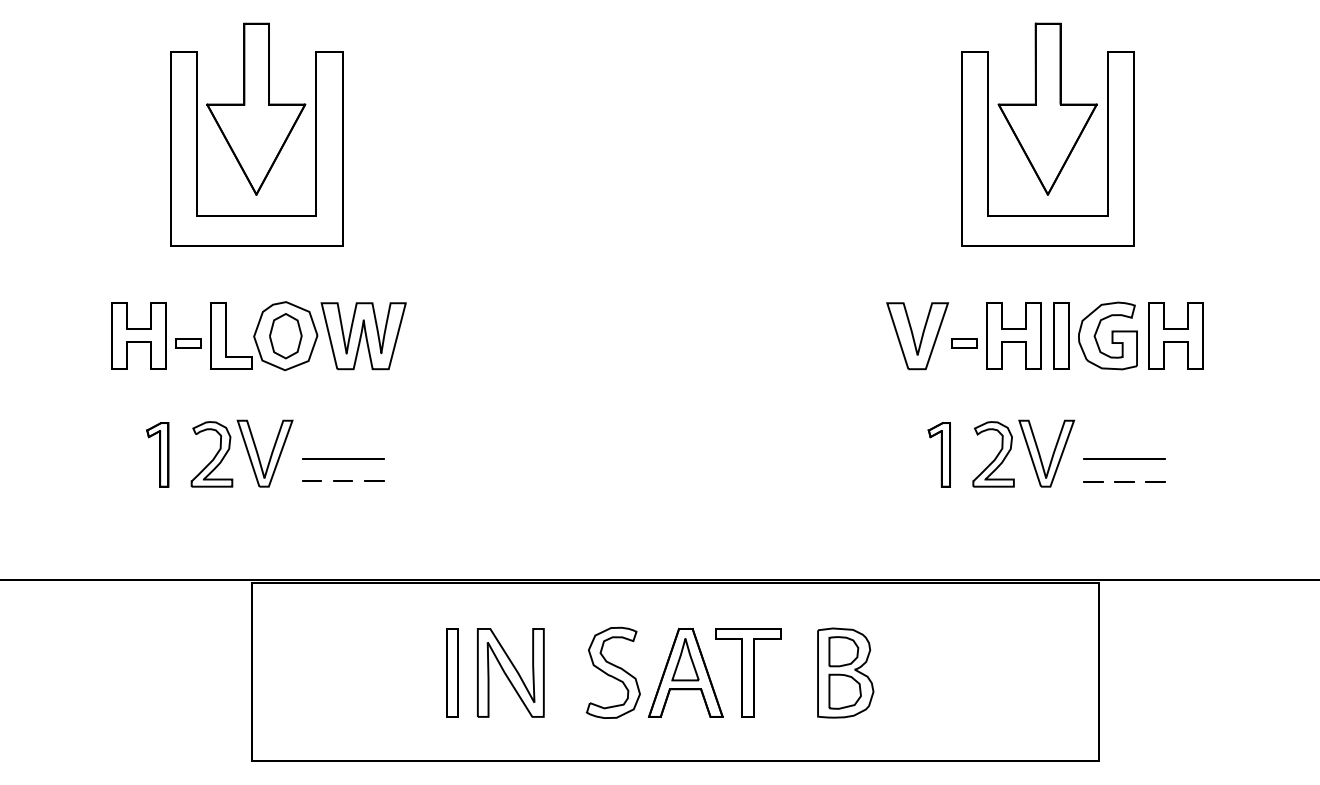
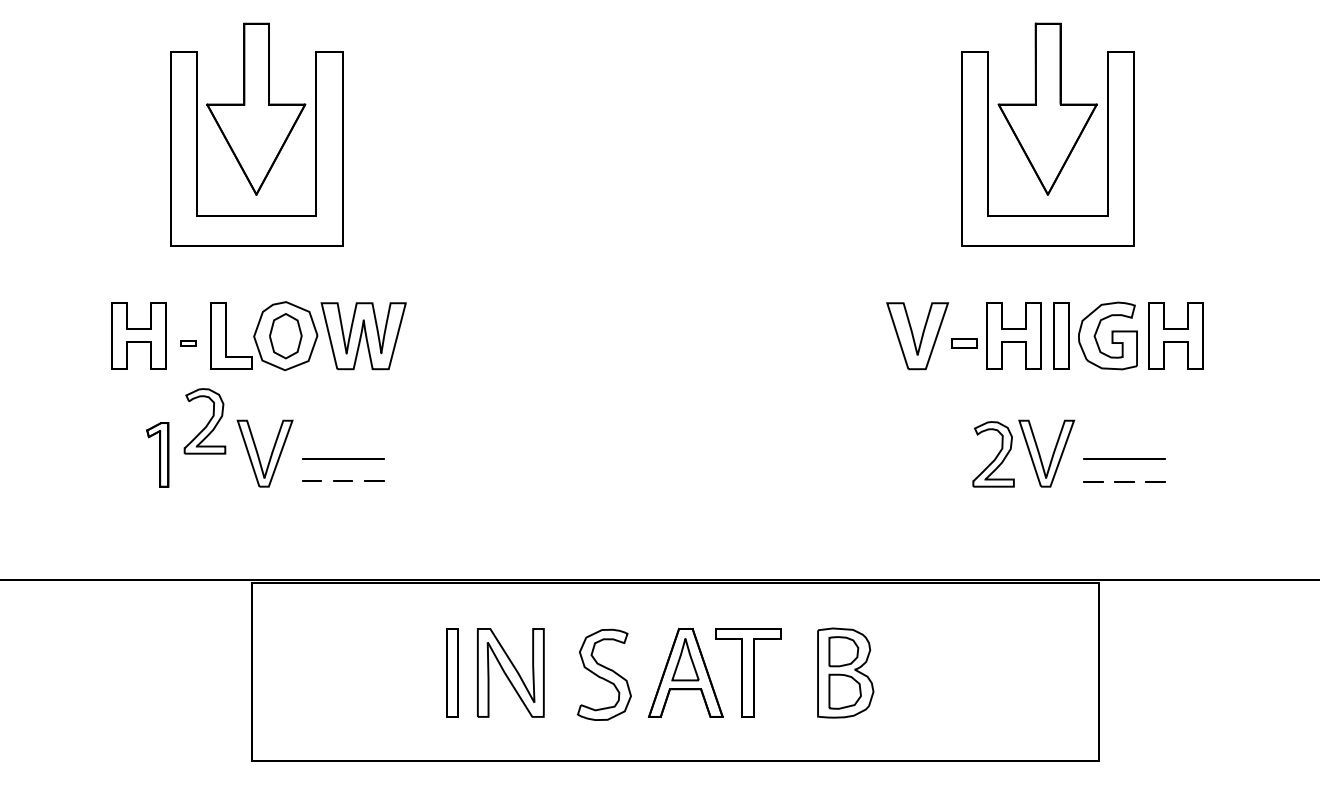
part at (188, 343) size: 27x11 px -> 17x7 px
part at (211, 454) position: (211, 454) -> (204, 421)
part at (938, 454): present -> none
part at (612, 672) position: (612, 672) -> (603, 674)
